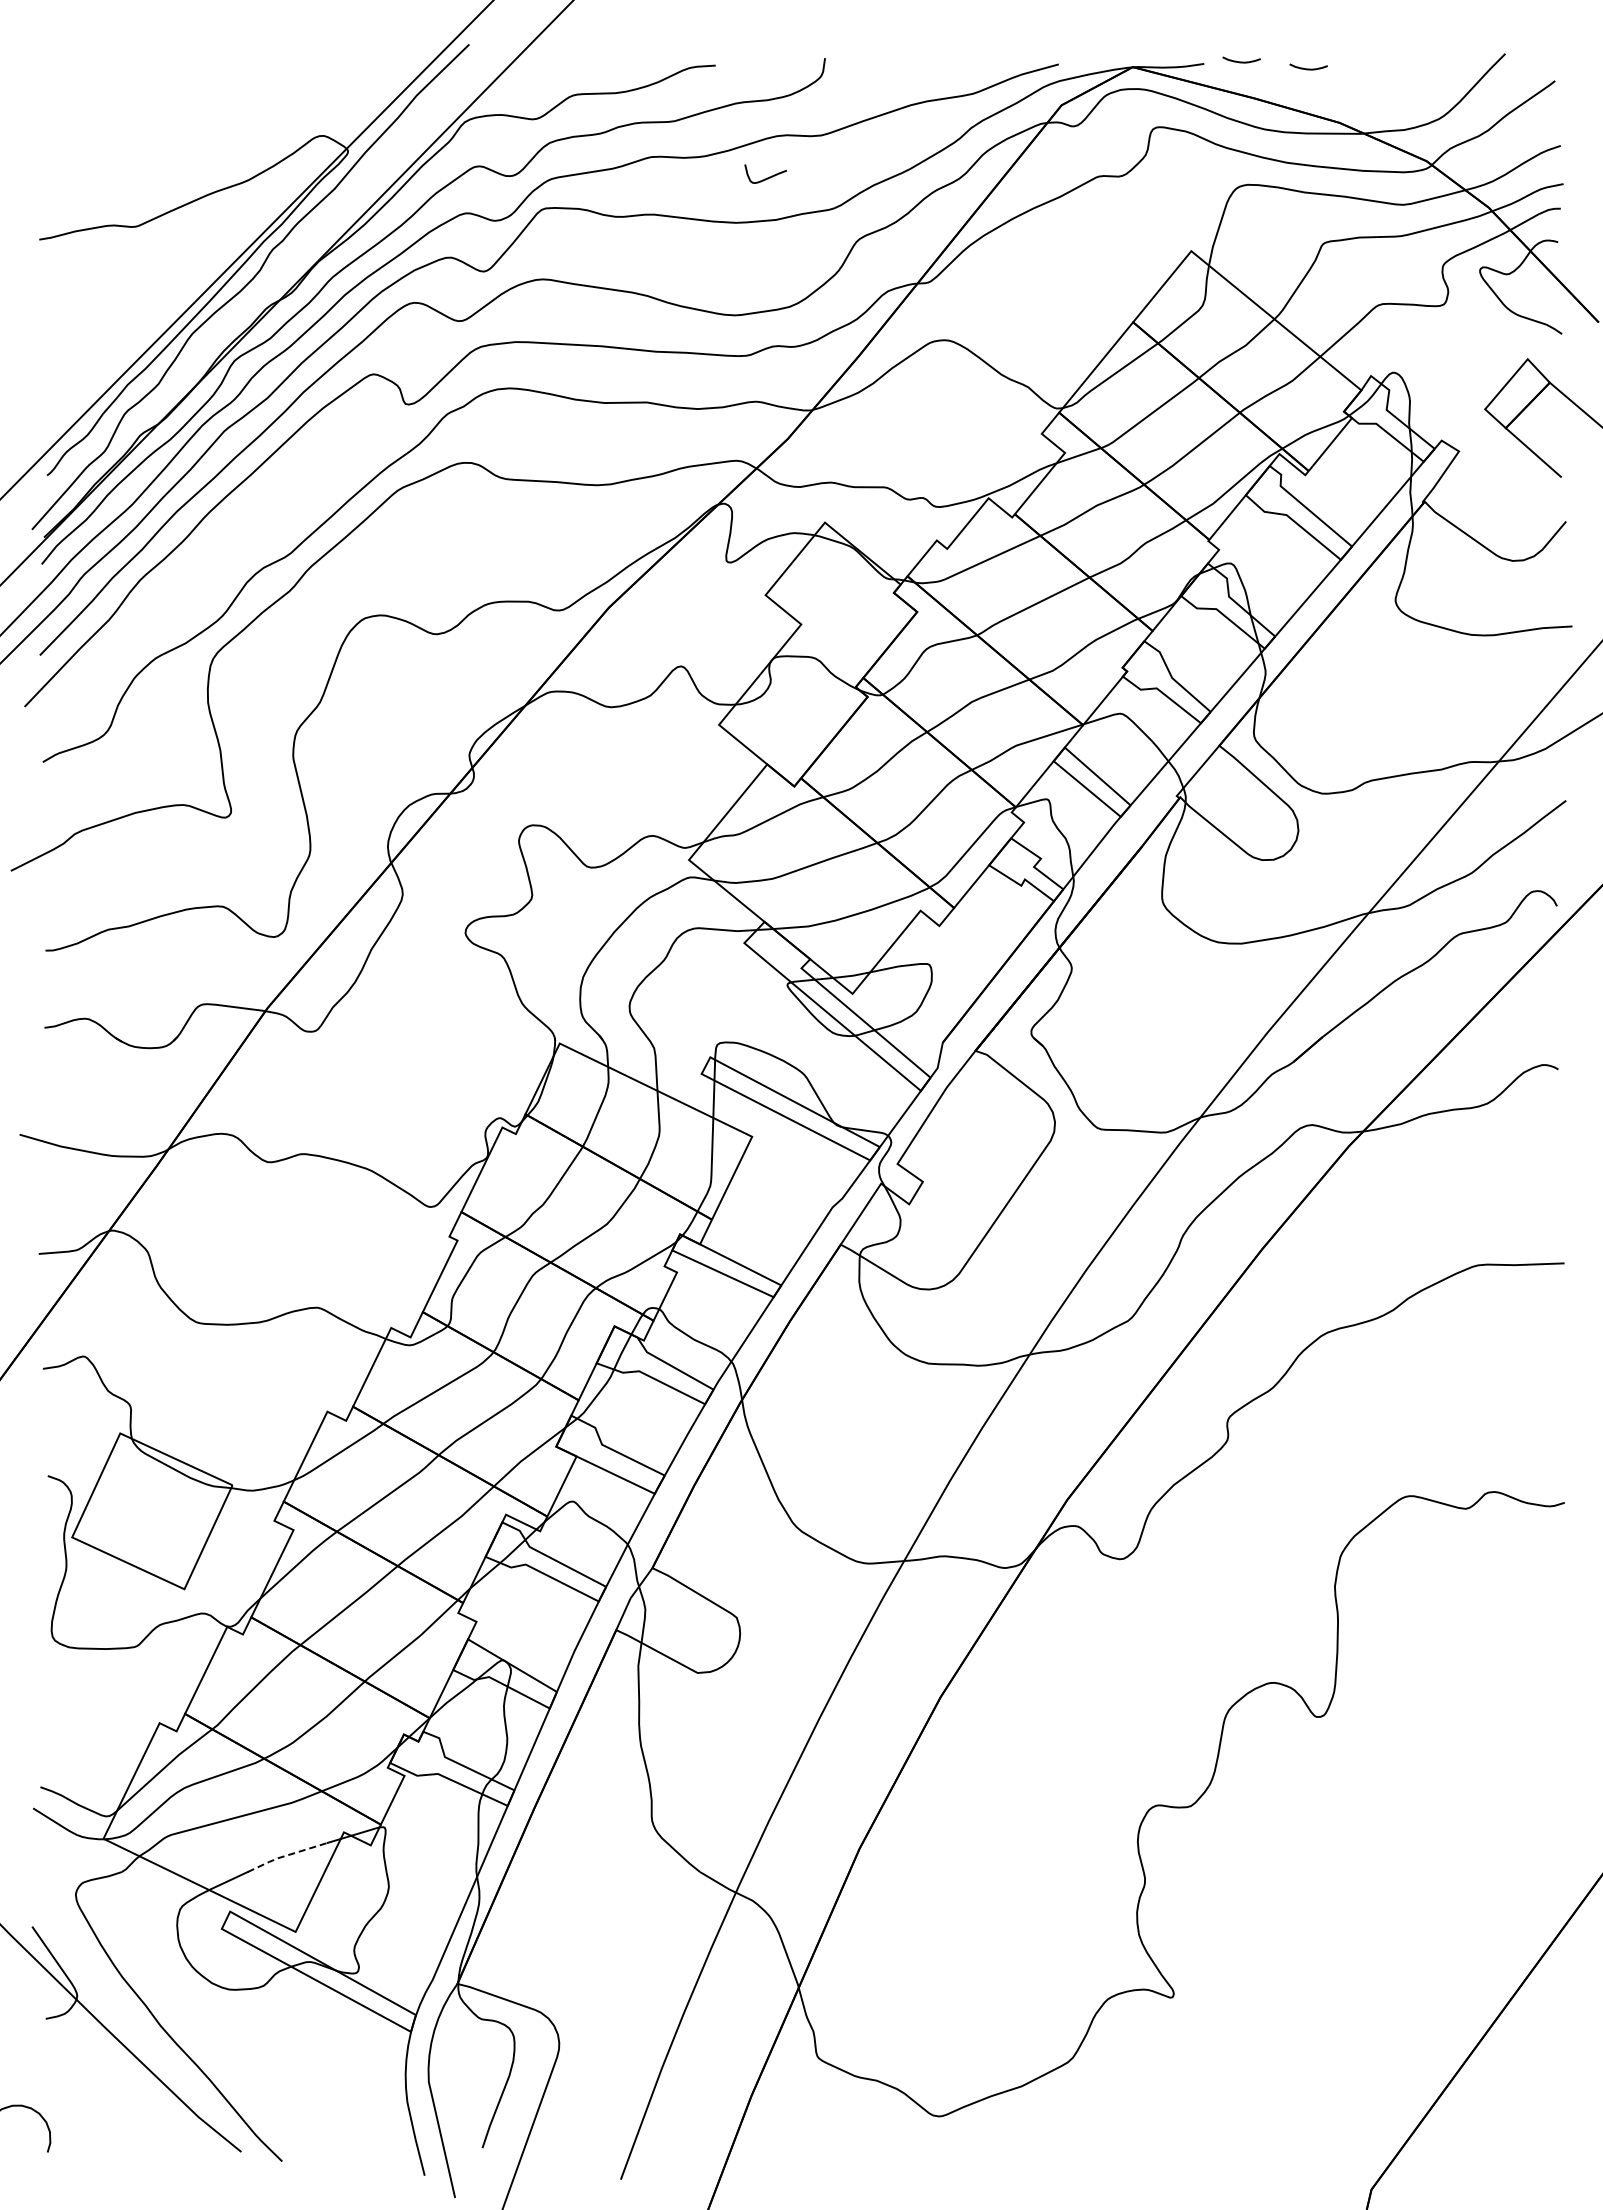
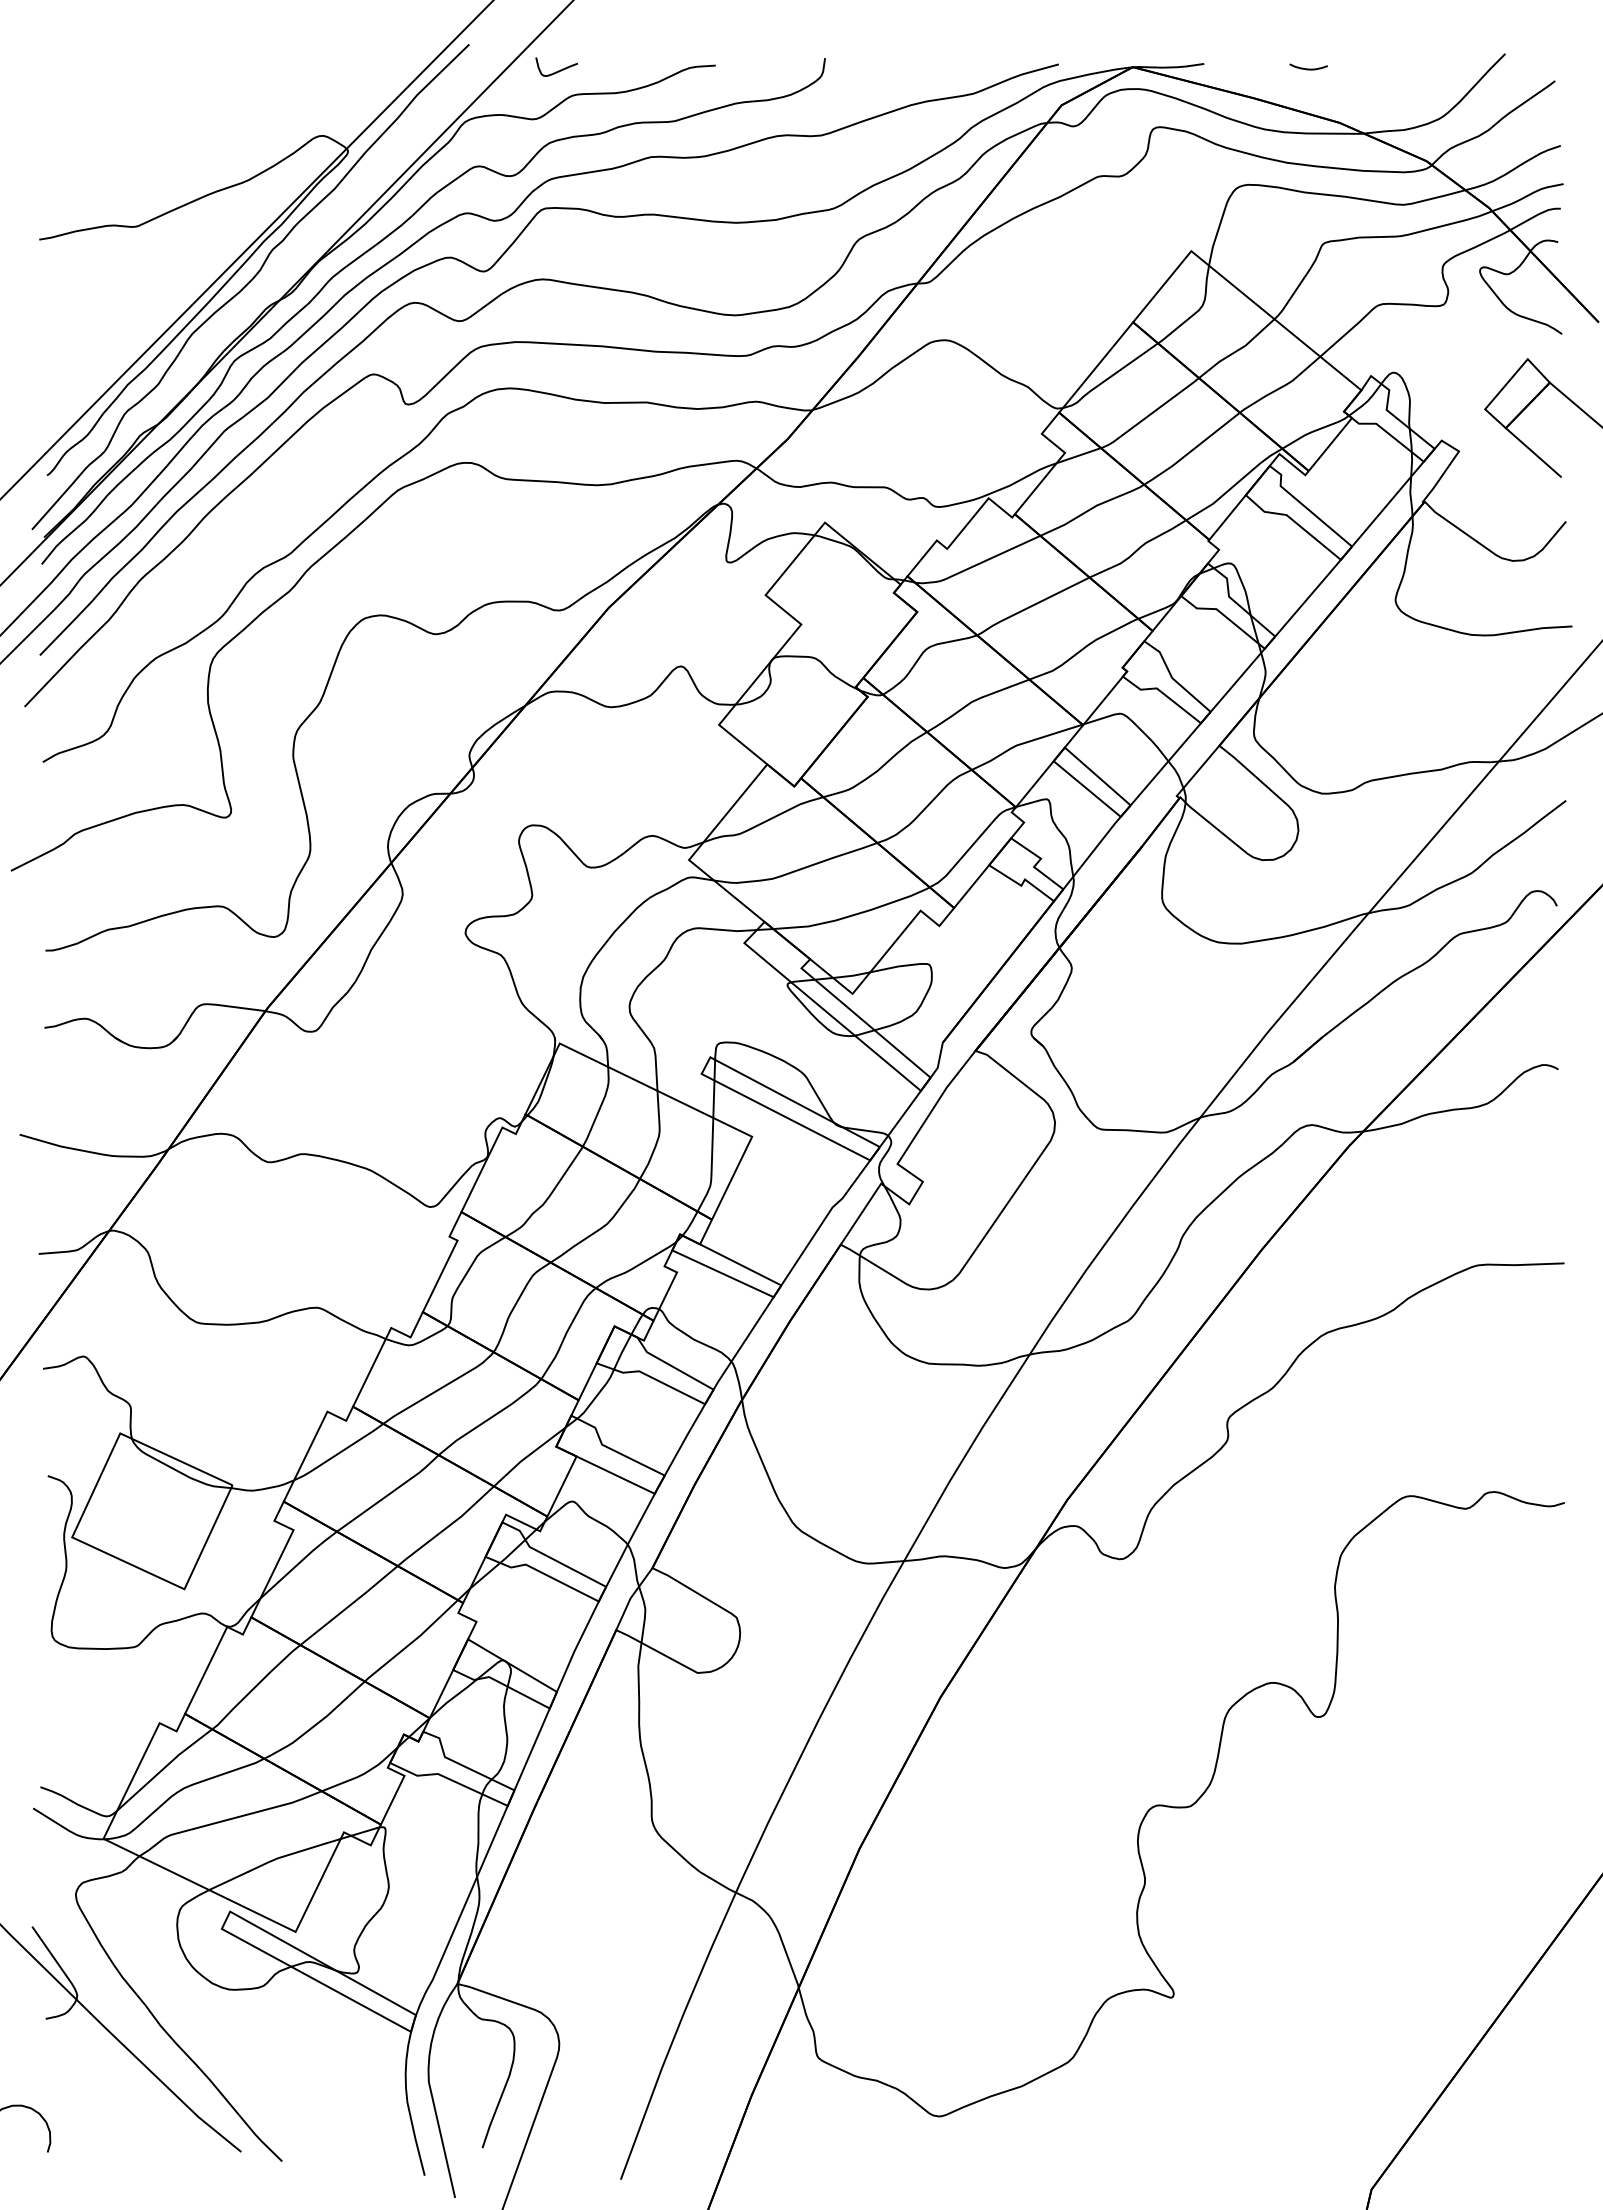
curve at (1241, 61): present -> none
curve at (767, 177) position: (767, 177) -> (558, 70)
line at (286, 1855): dashed -> solid
